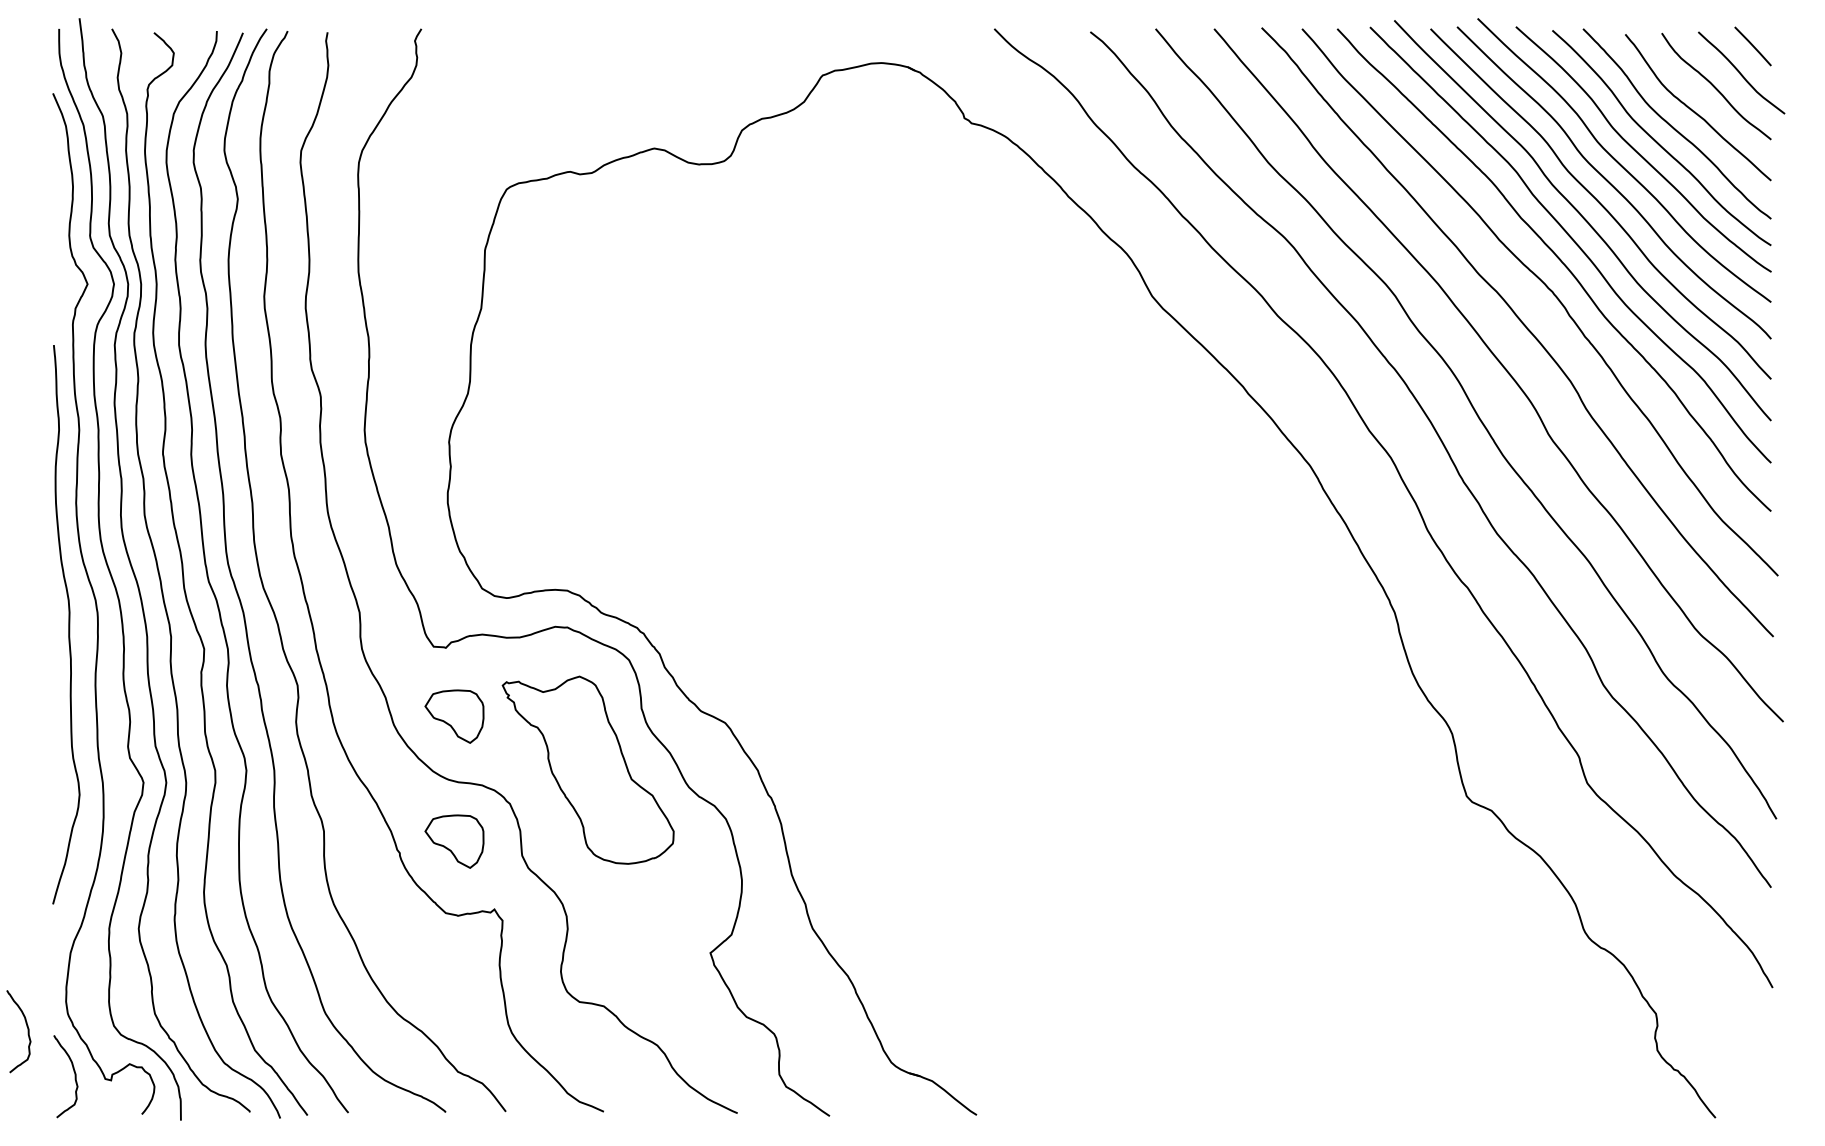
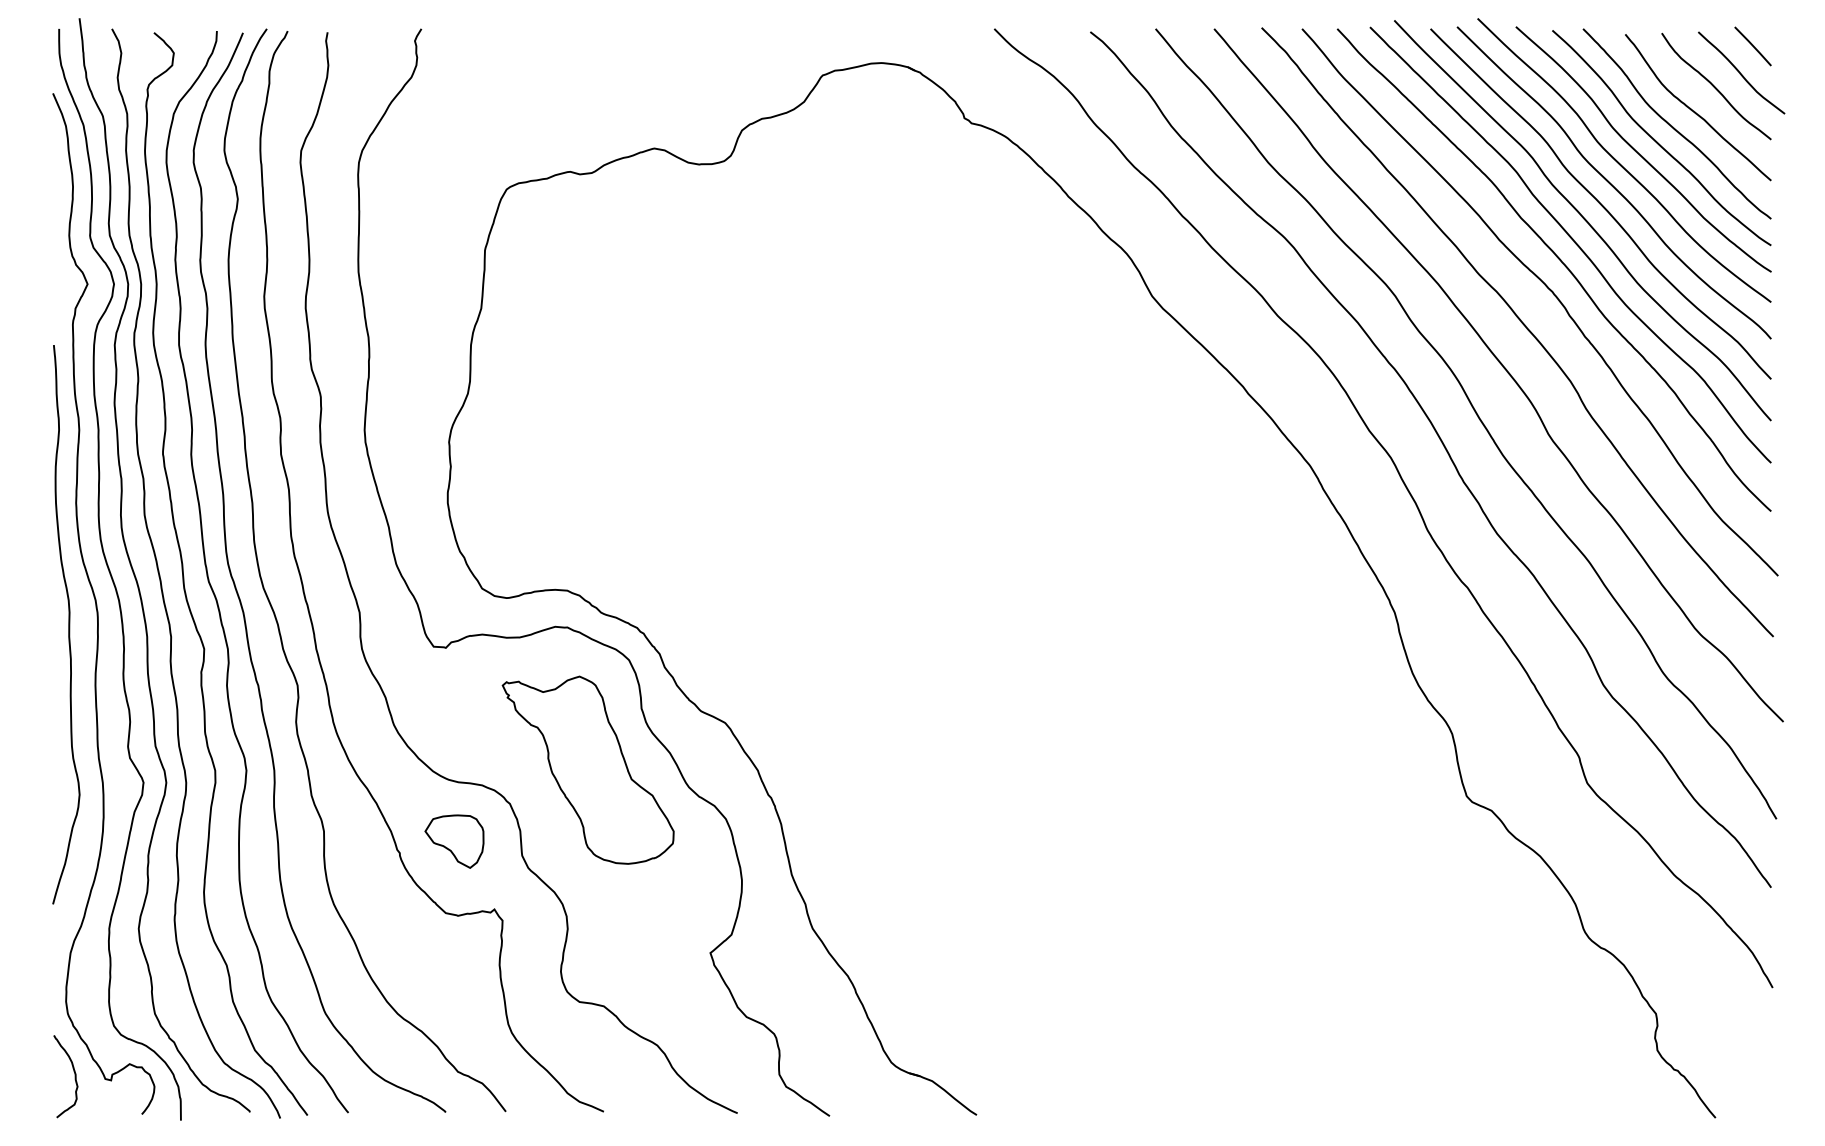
part at (454, 716): present -> none
curve at (27, 1031): present -> none
